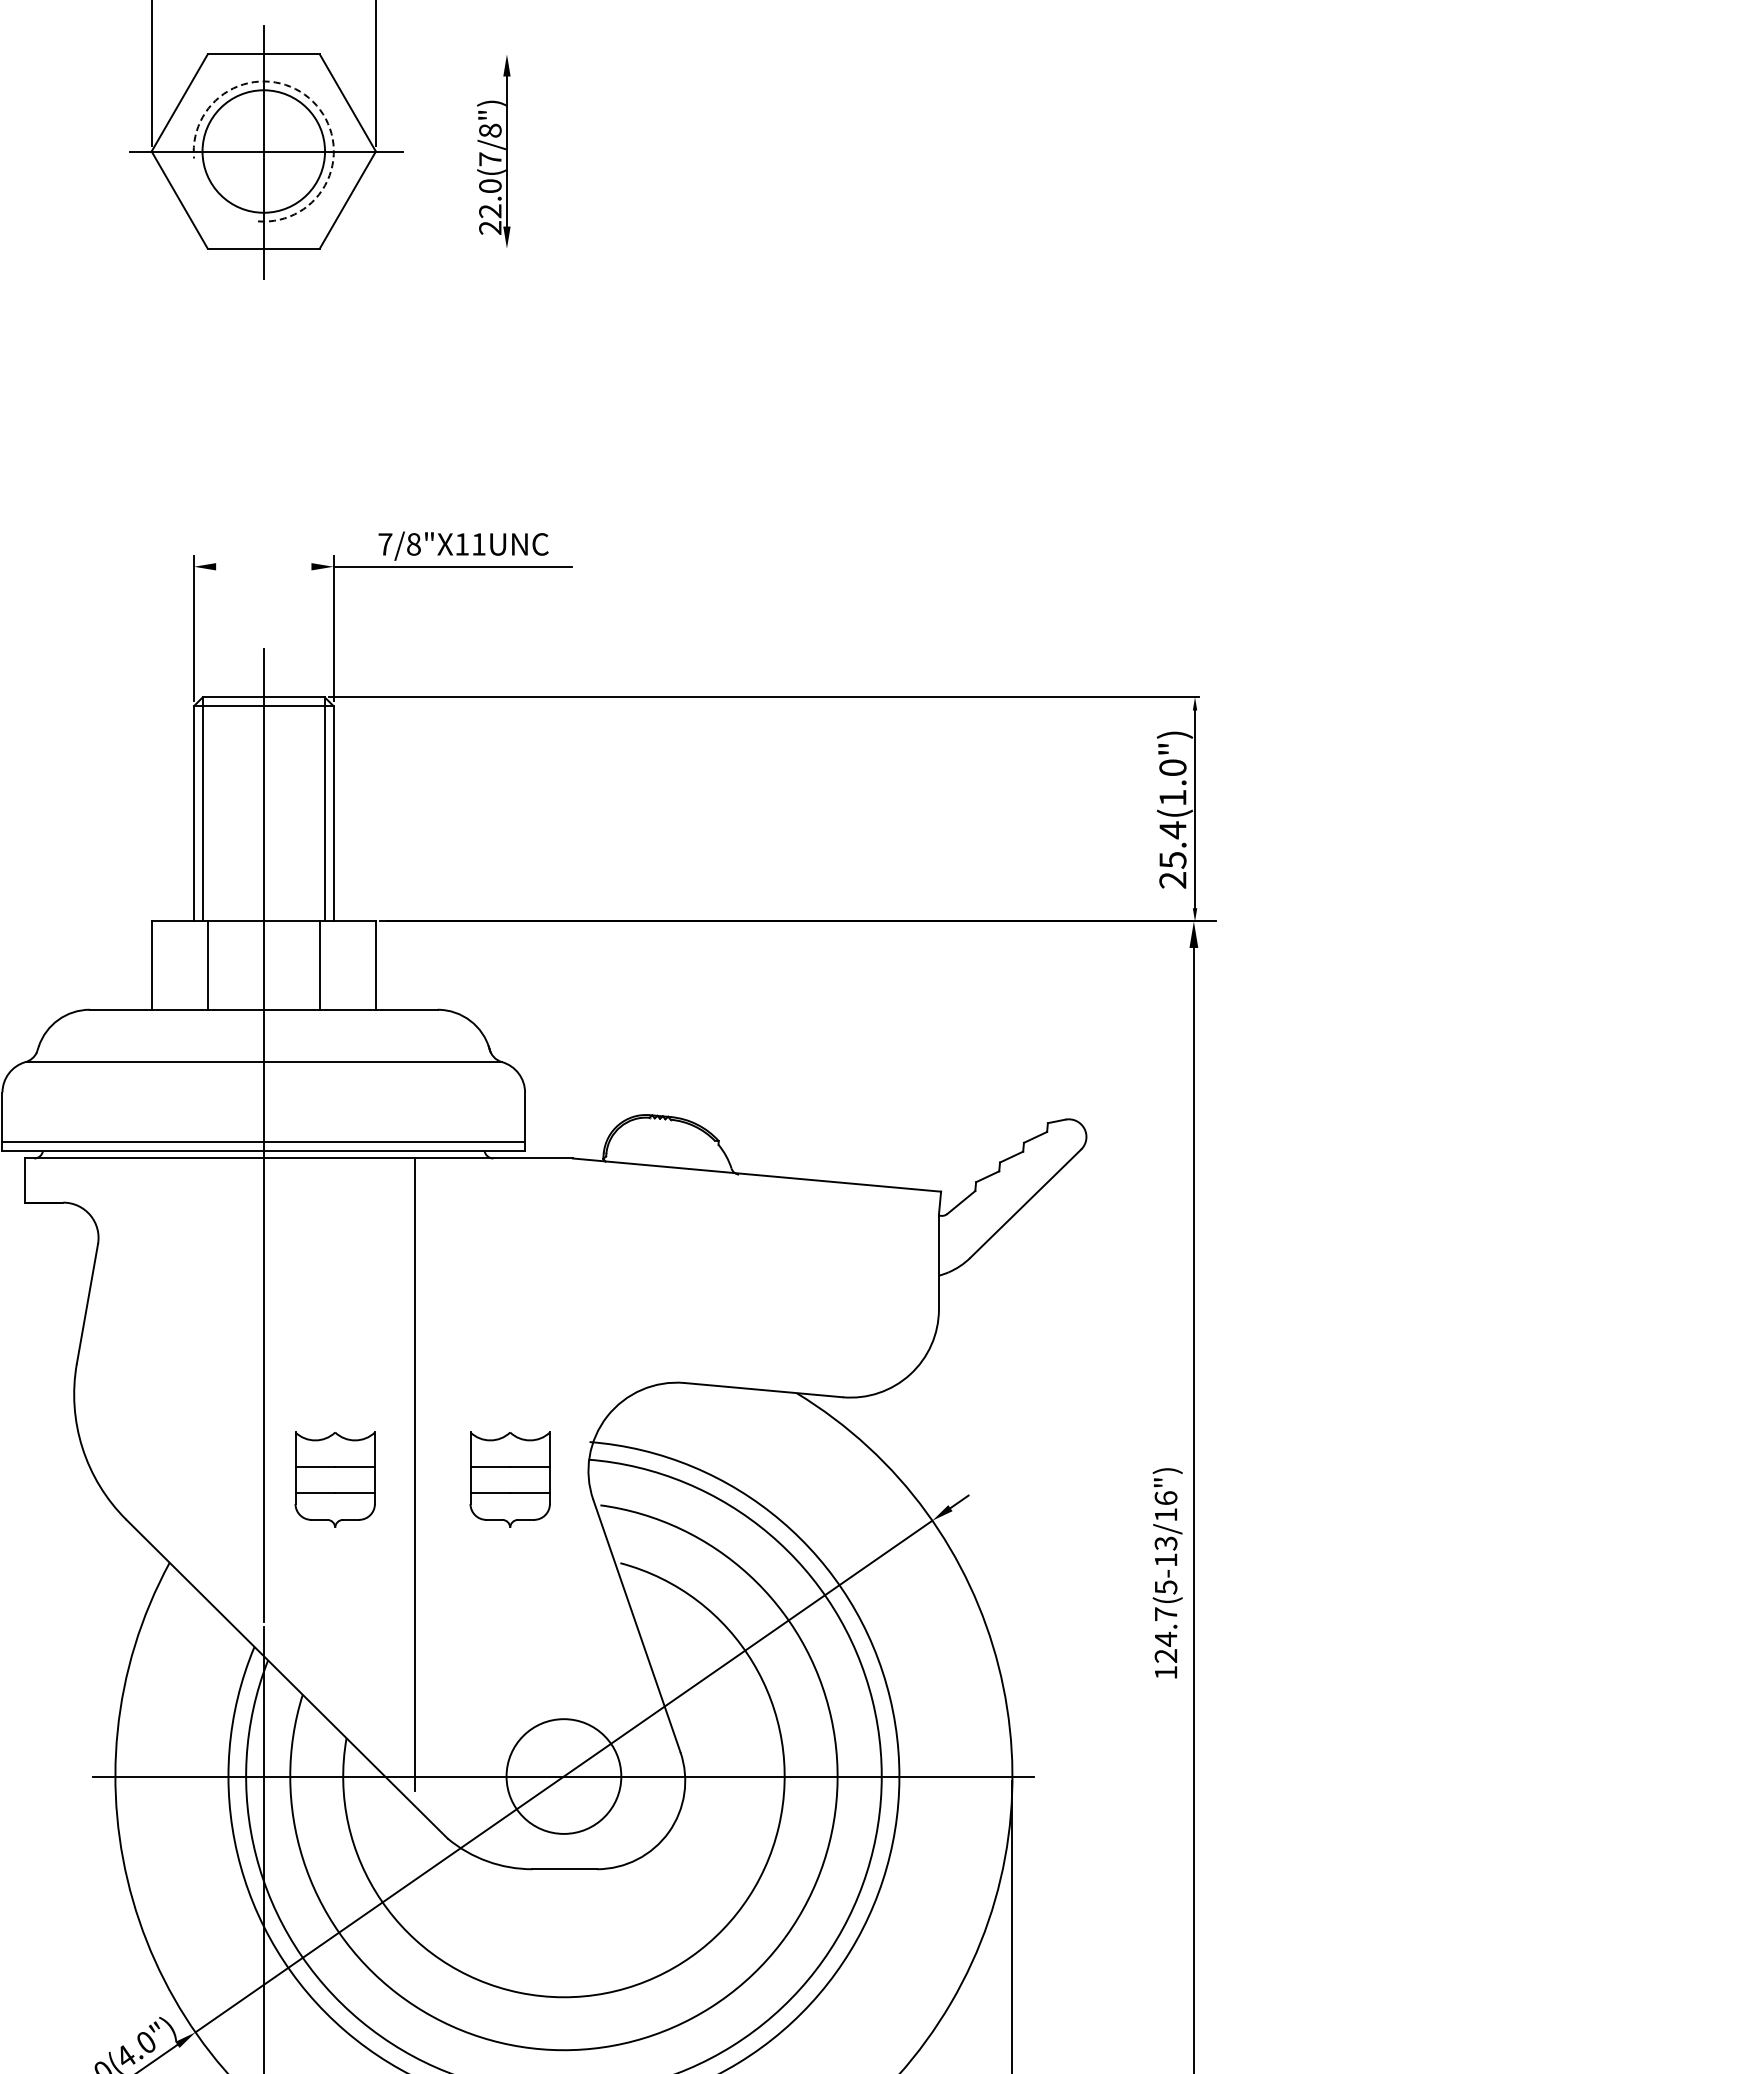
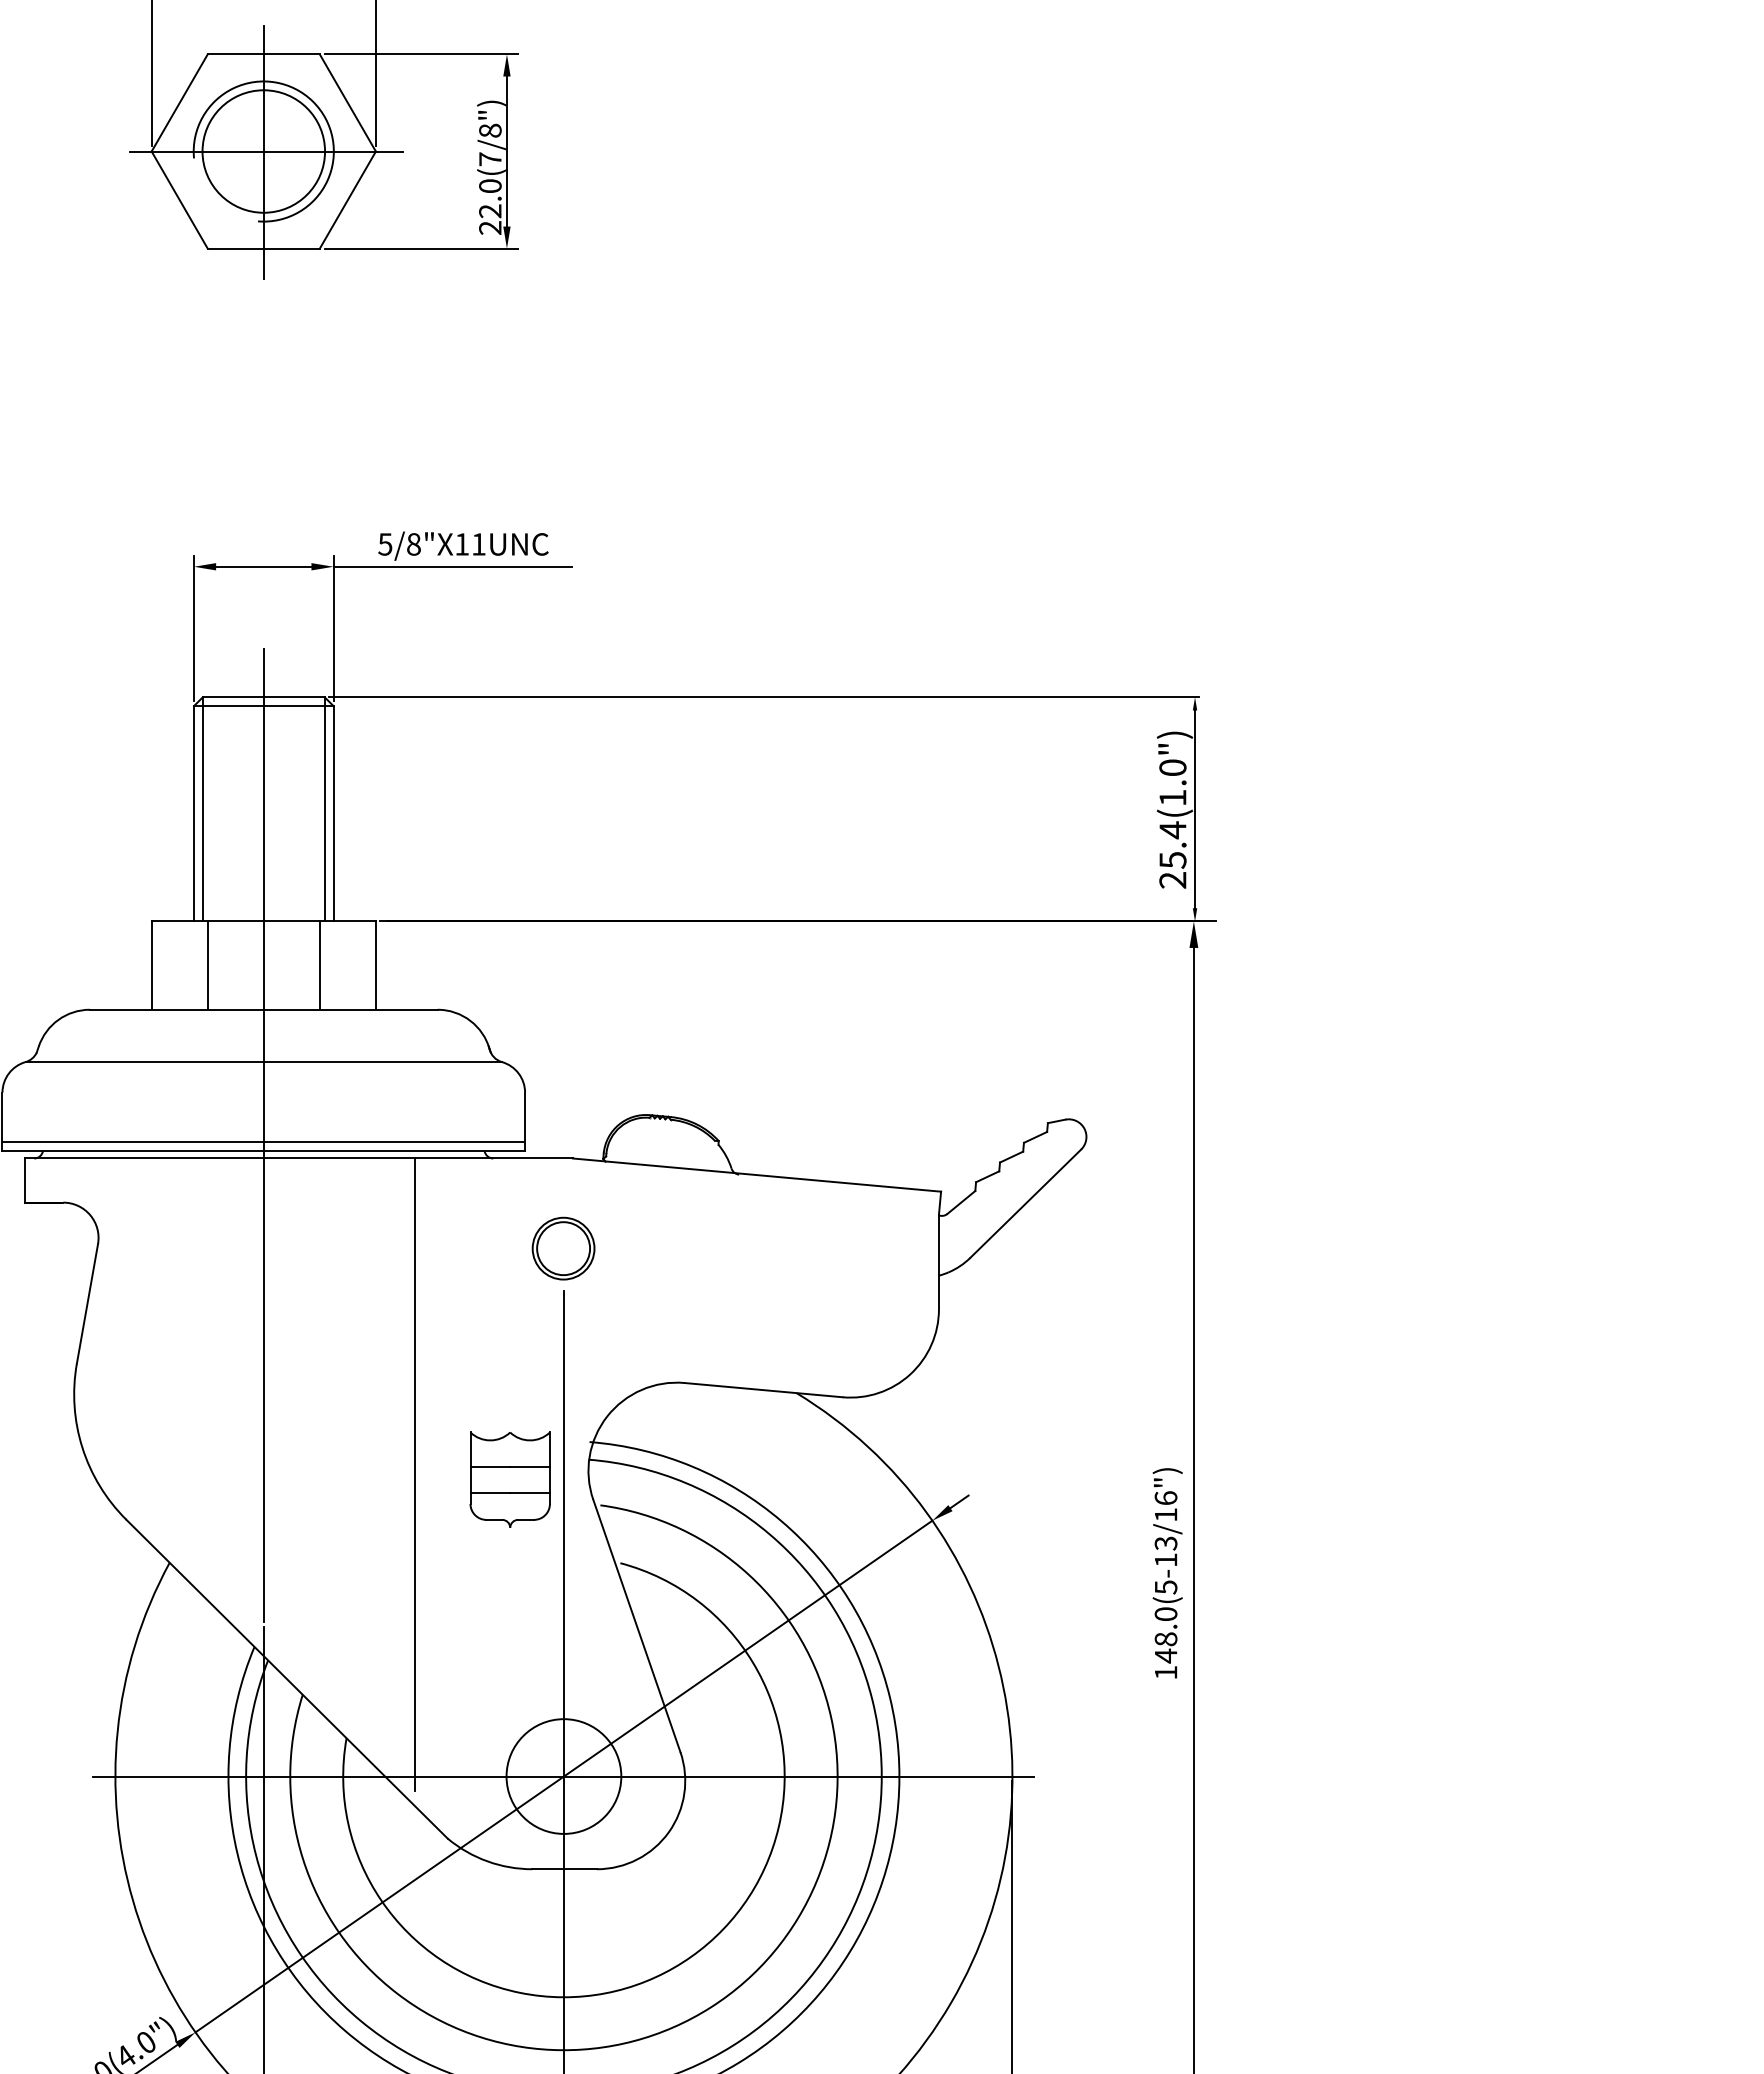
line at (421, 54): none -> present
arc at (312, 101): dashed -> solid
line at (421, 248): none -> present
text at (385, 544): 7/8"X11UNC -> 5/8"X11UNC
line at (263, 566): none -> present
part at (563, 1248): none -> present
part at (334, 1479): present -> none
text at (1165, 1635): 124.7(5-13/16") -> 148.0(5-13/16")
line at (563, 1680): none -> present
